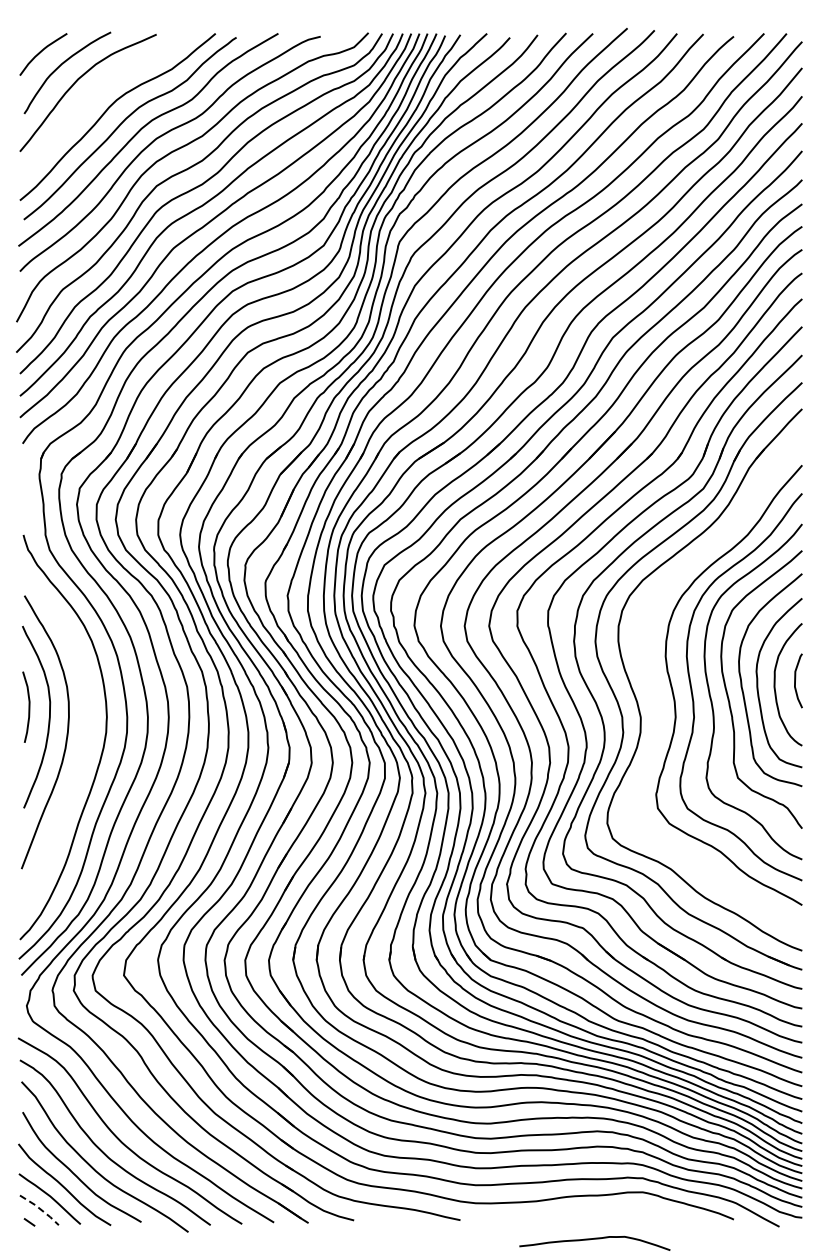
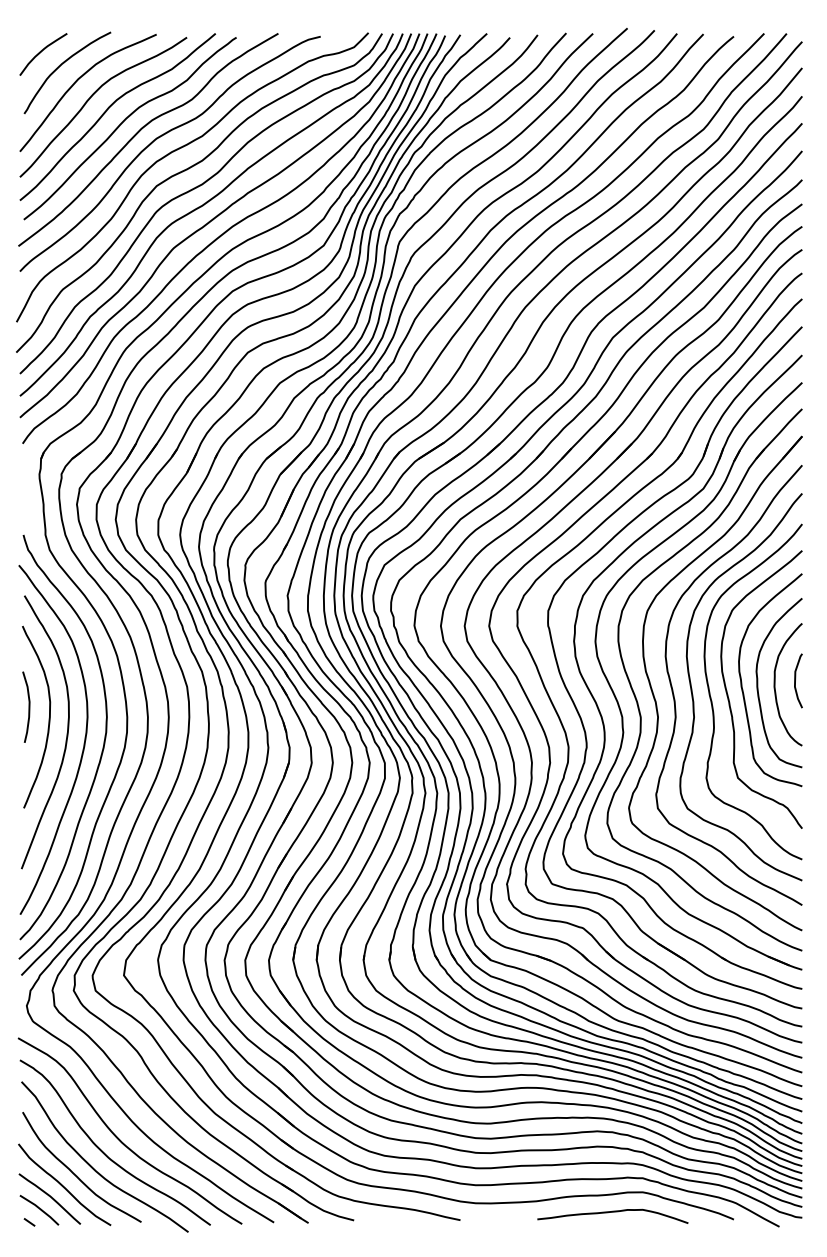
curve at (92, 96): none -> present
part at (656, 700): none -> present
curve at (83, 743): none -> present
line at (40, 1209): dashed -> solid
curve at (594, 1239) position: (594, 1239) -> (612, 1212)
